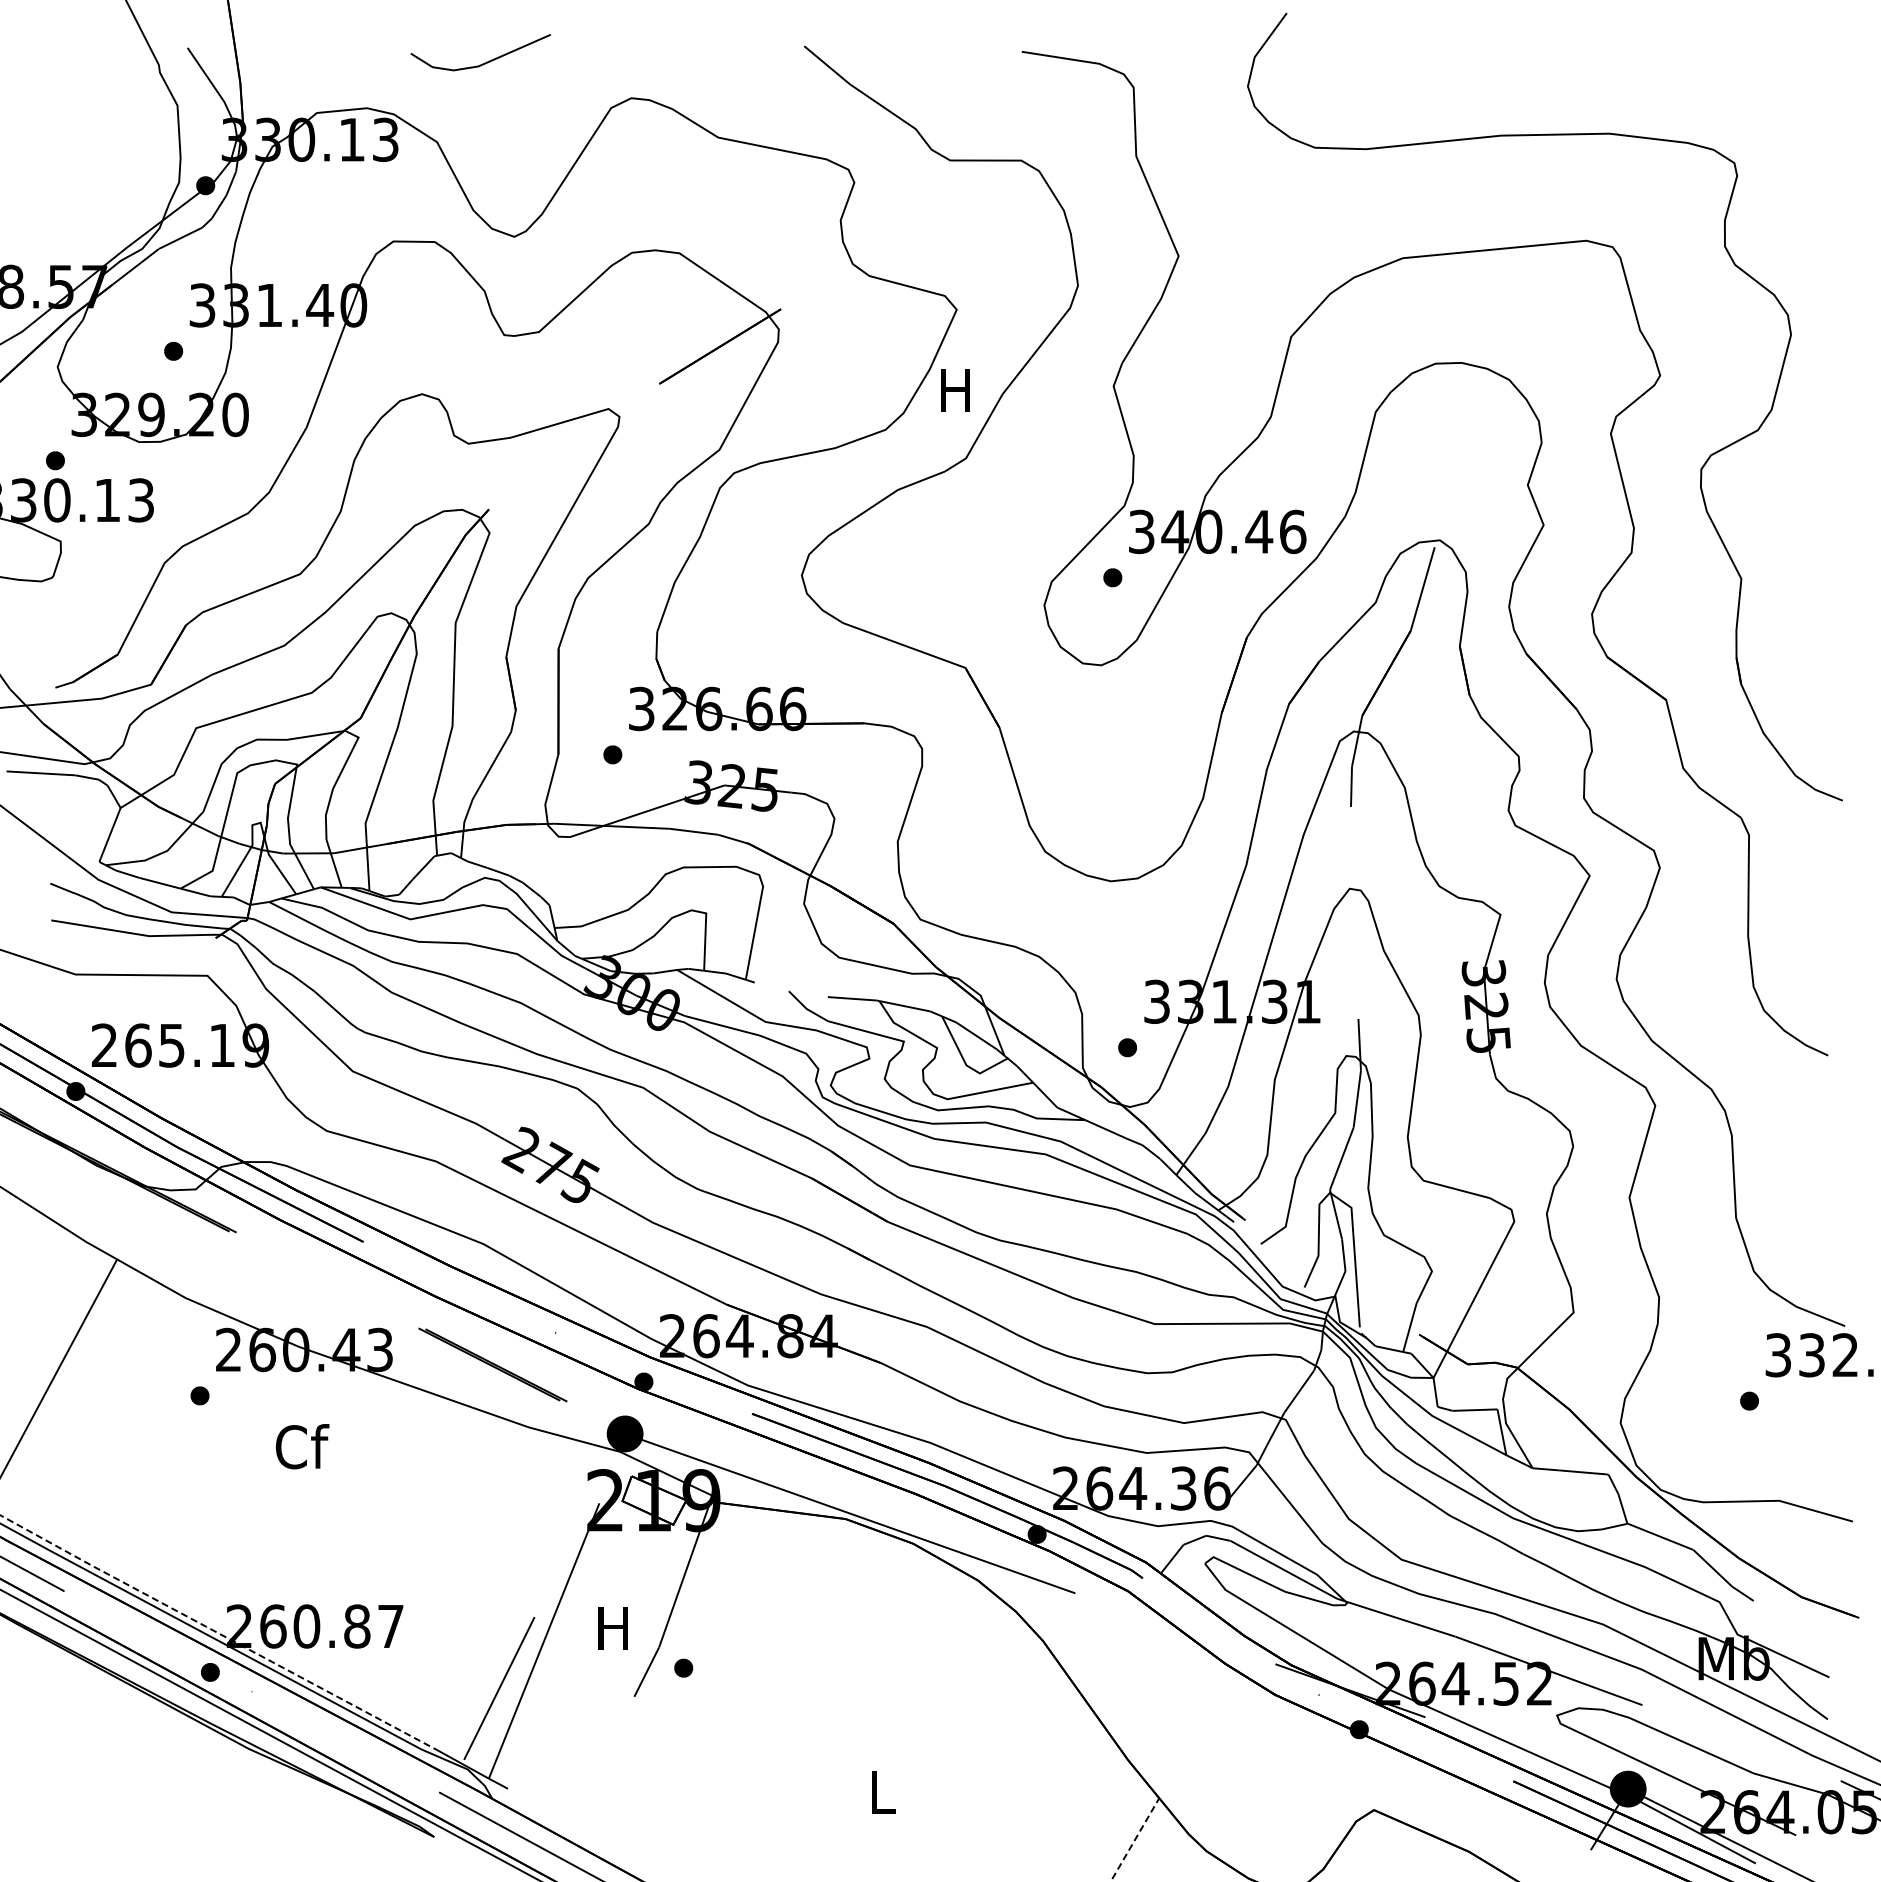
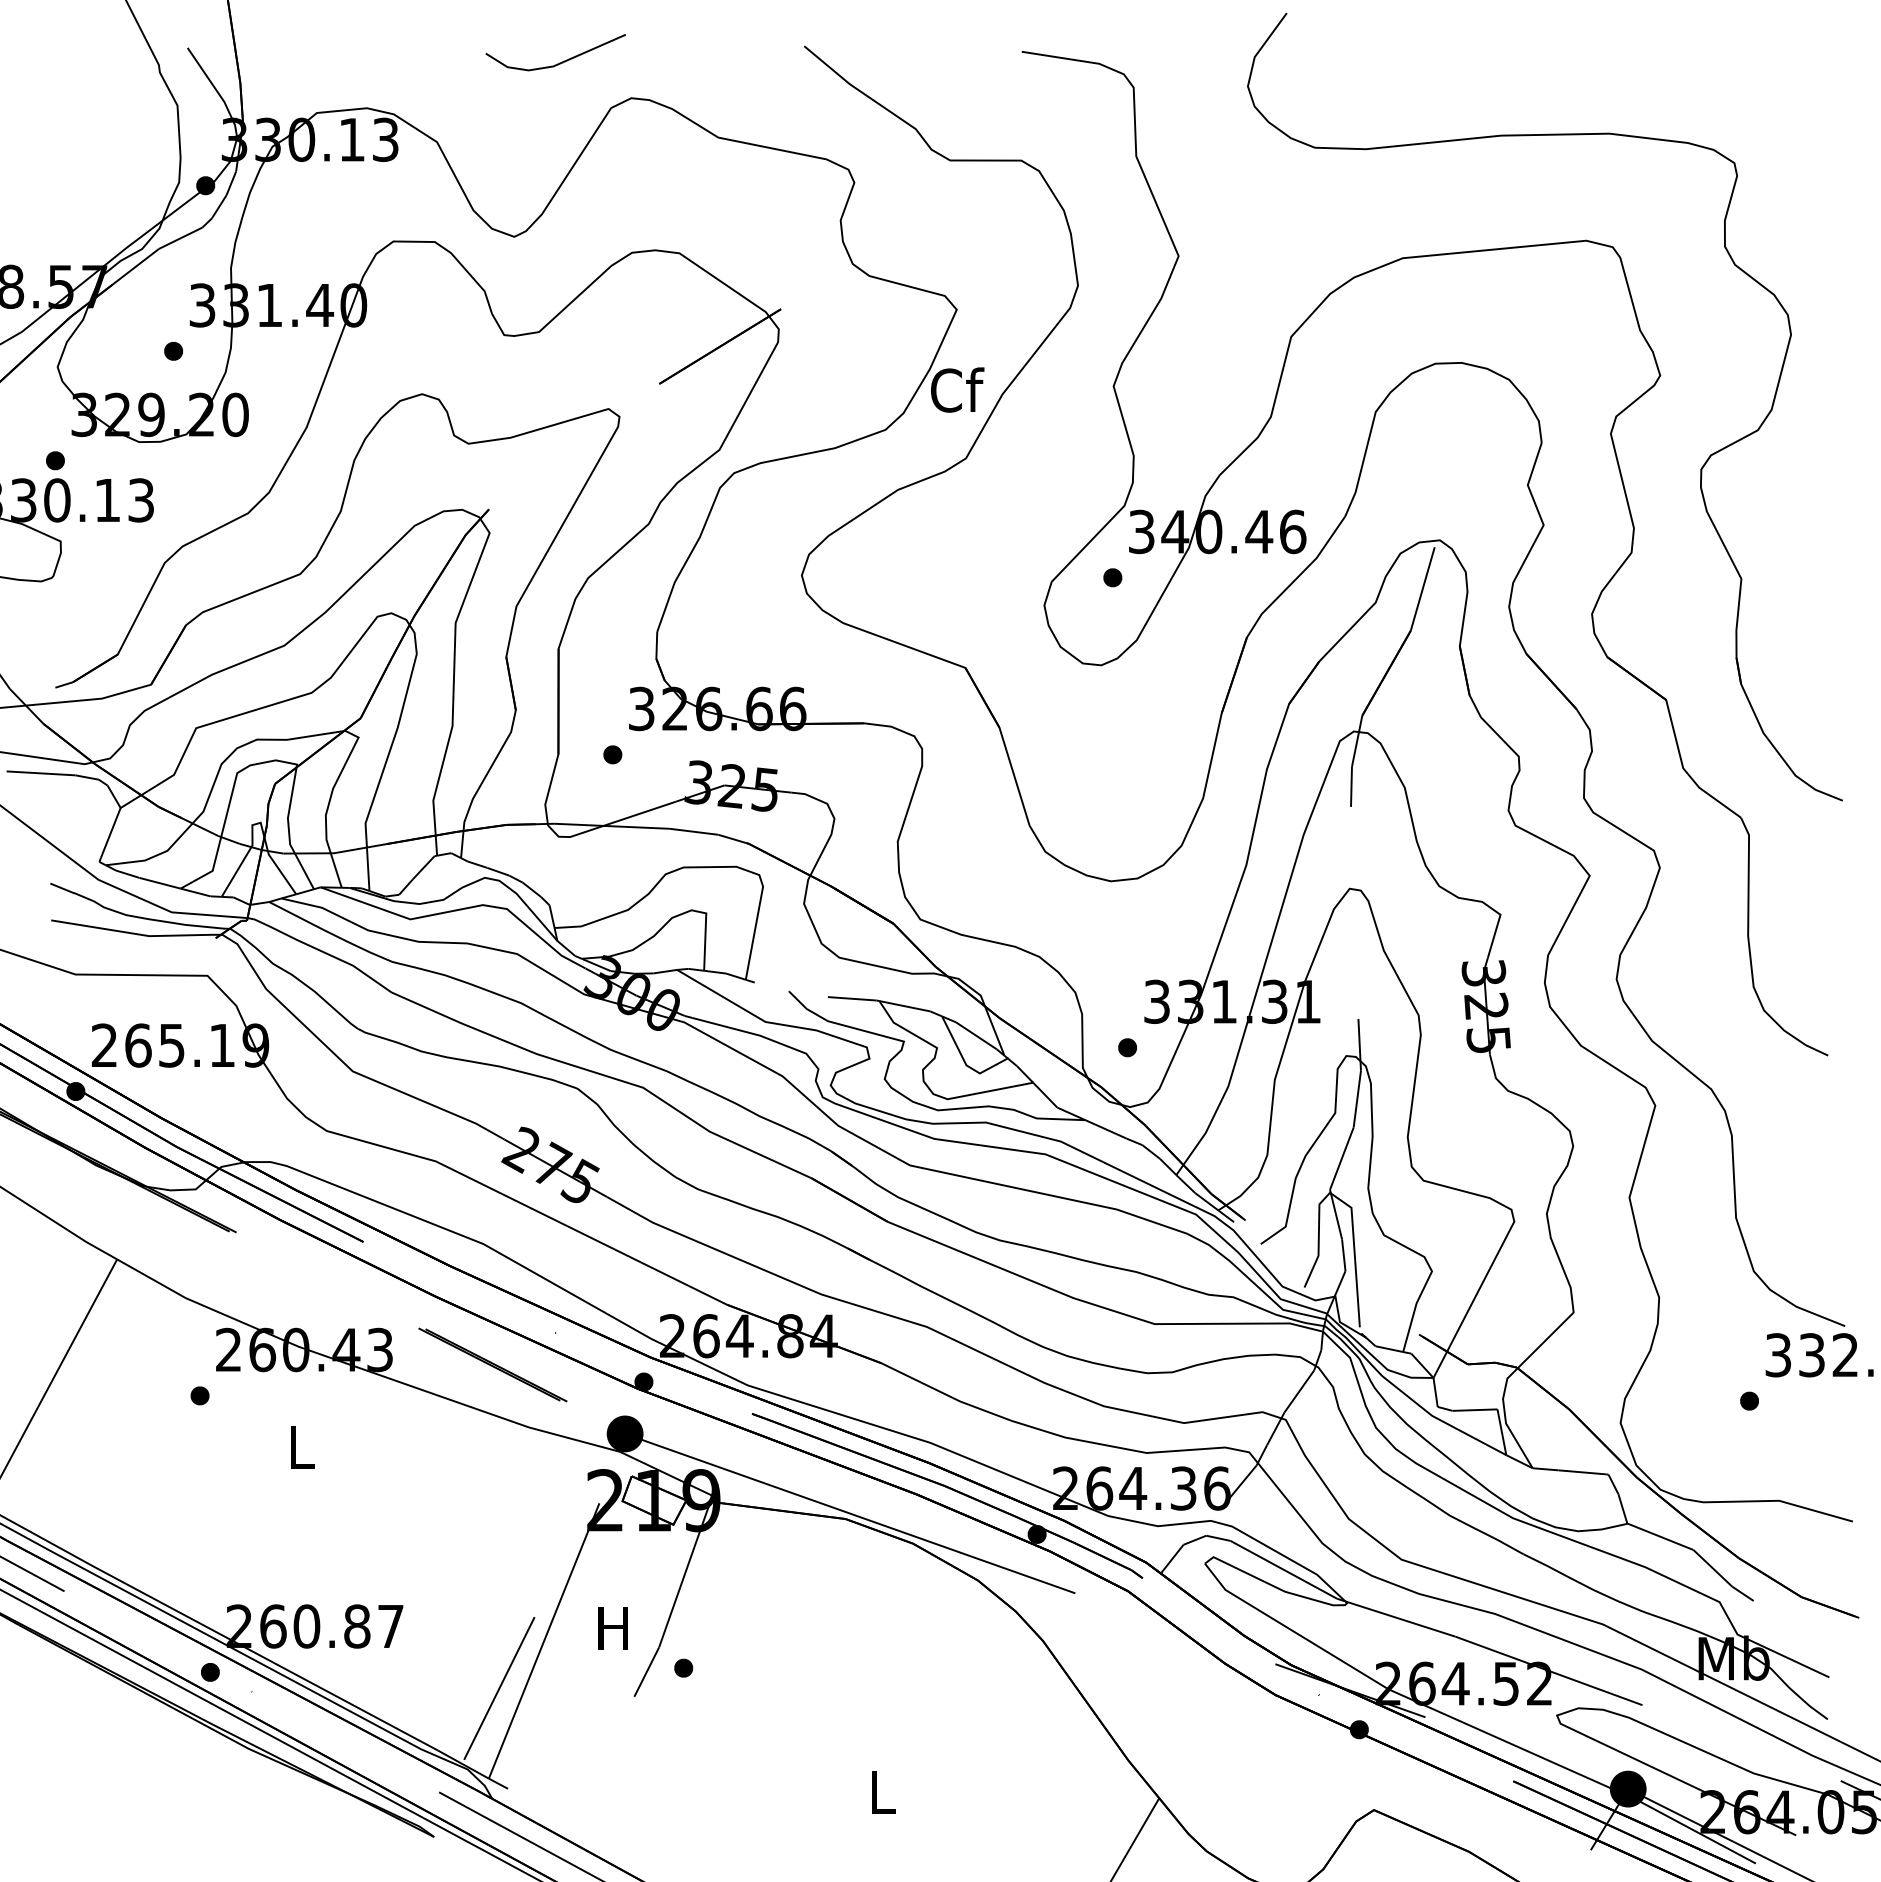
line at (484, 62) position: (484, 62) -> (559, 62)
text at (957, 389): H -> Cf
text at (302, 1446): Cf -> L
line at (218, 1633): dashed -> solid
line at (1135, 1839): dashed -> solid
